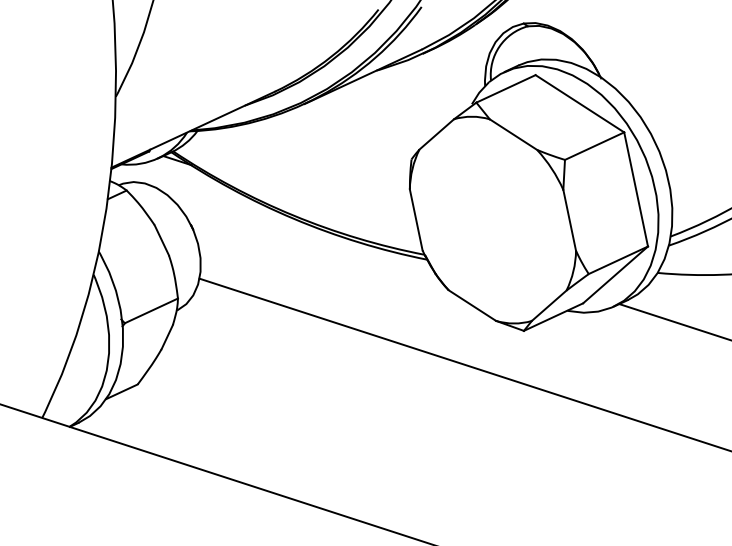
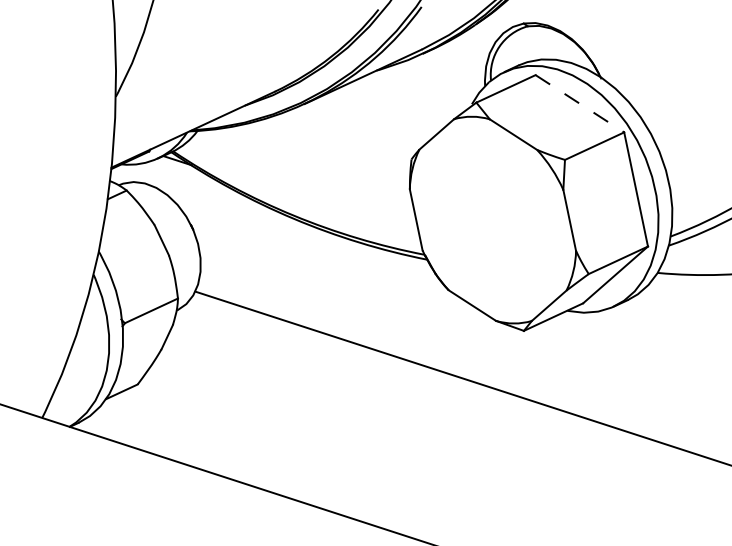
line at (579, 103): solid -> dashed
line at (673, 321): present -> none
line at (463, 364) position: (463, 364) -> (461, 377)
